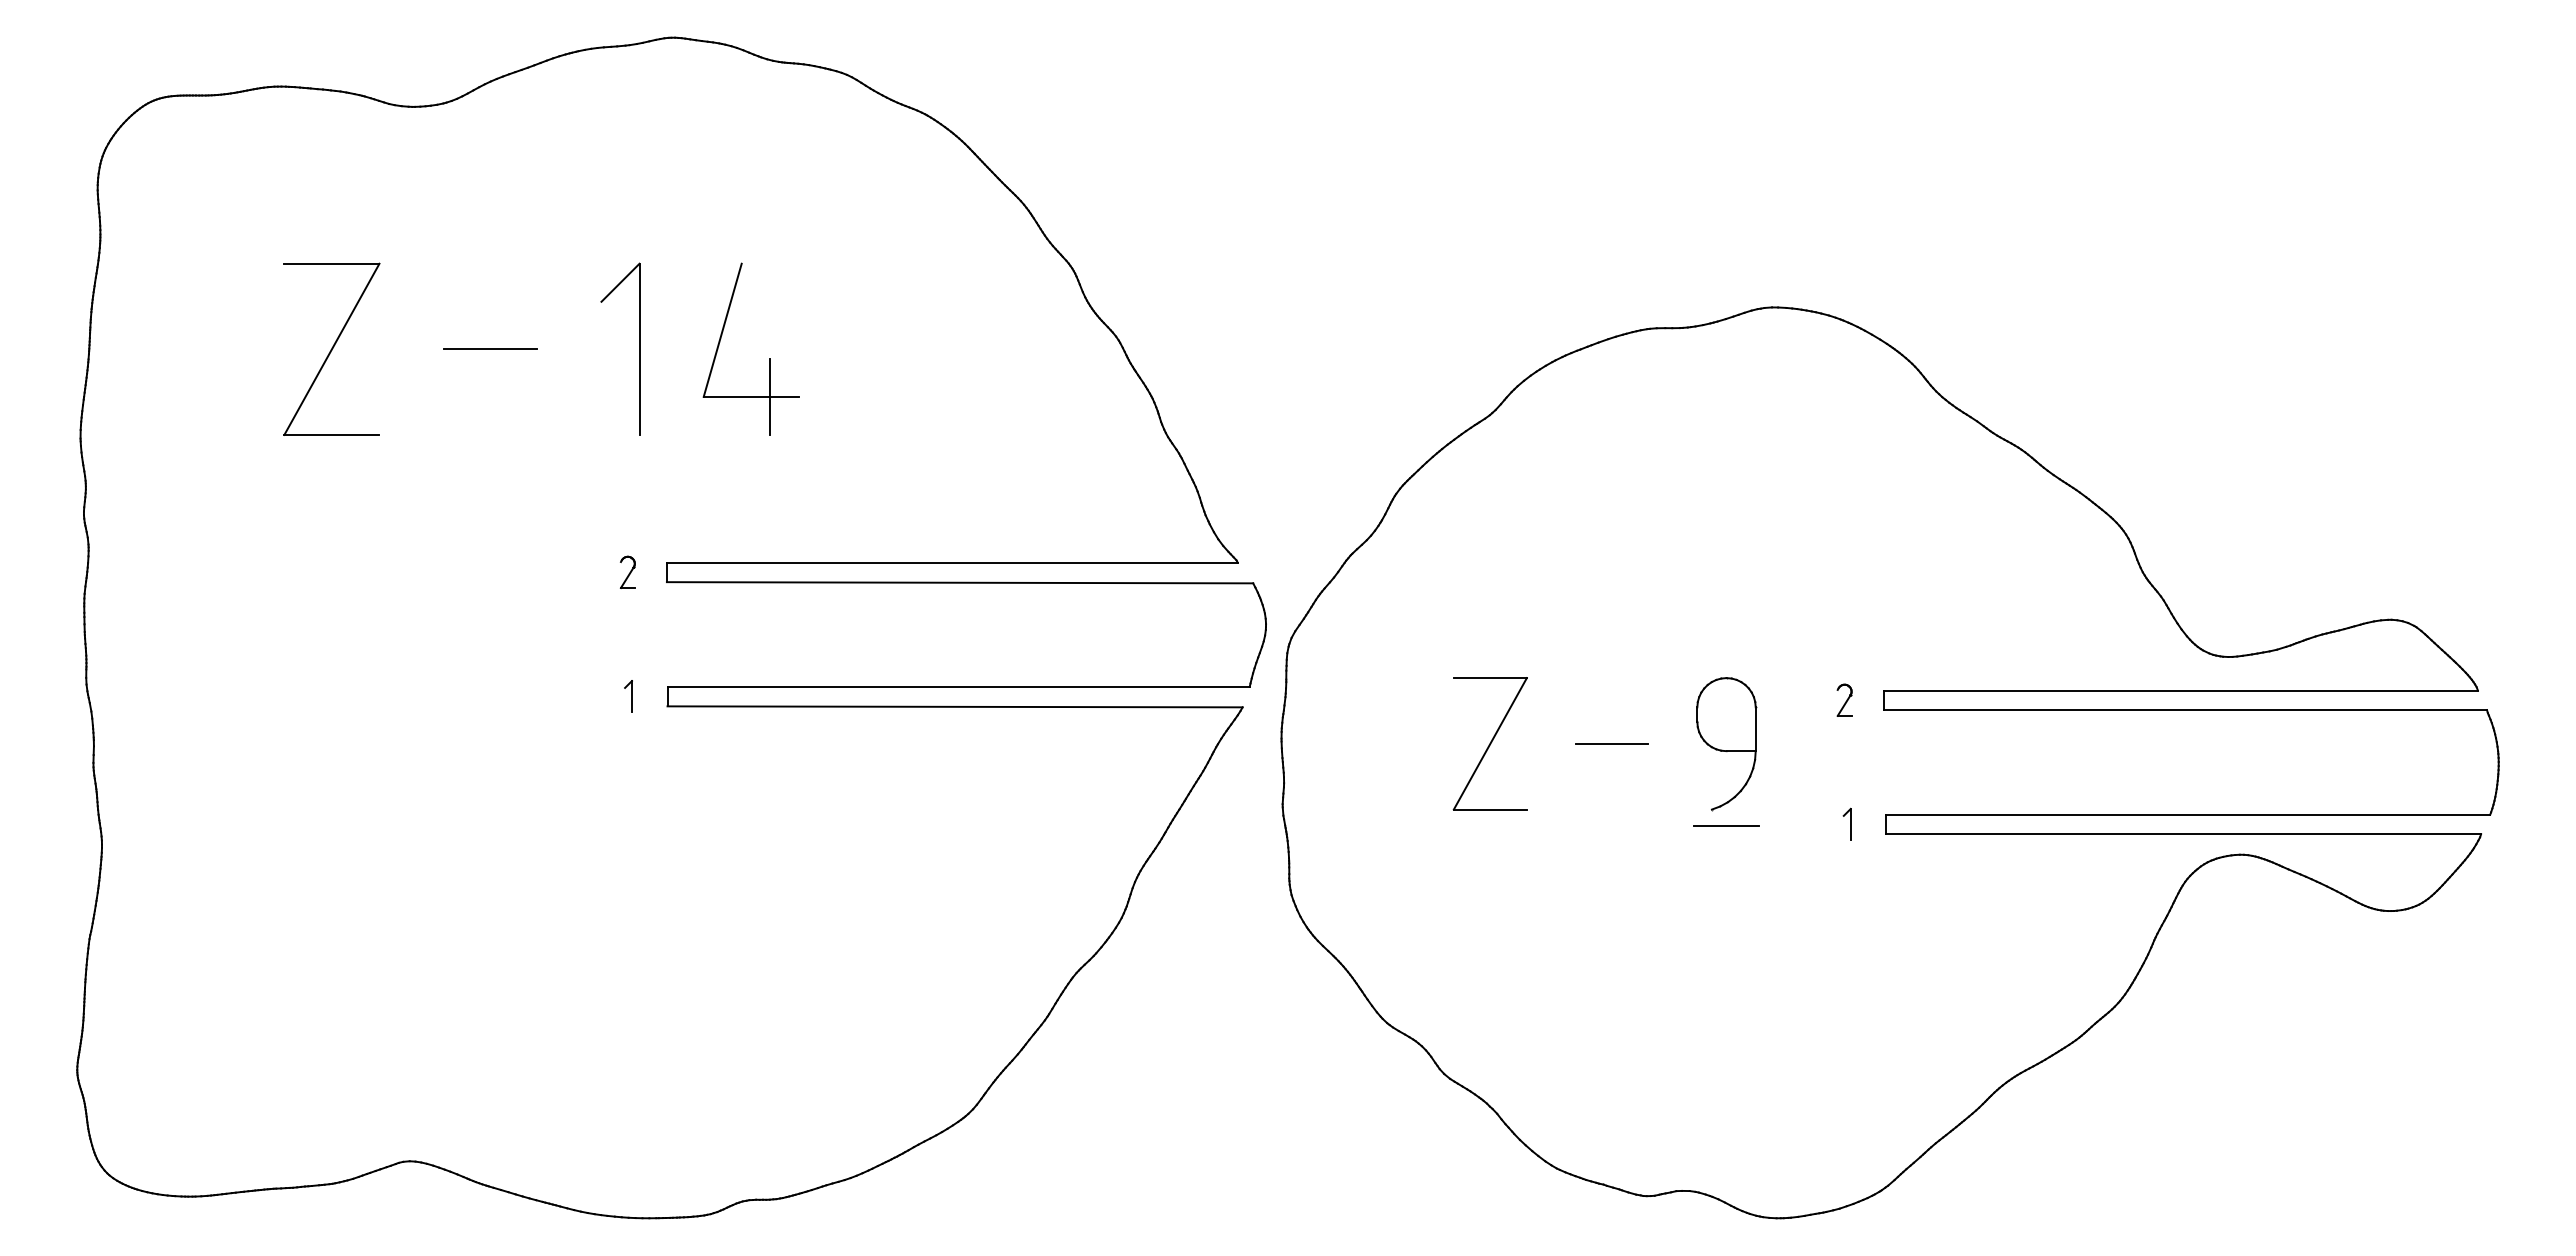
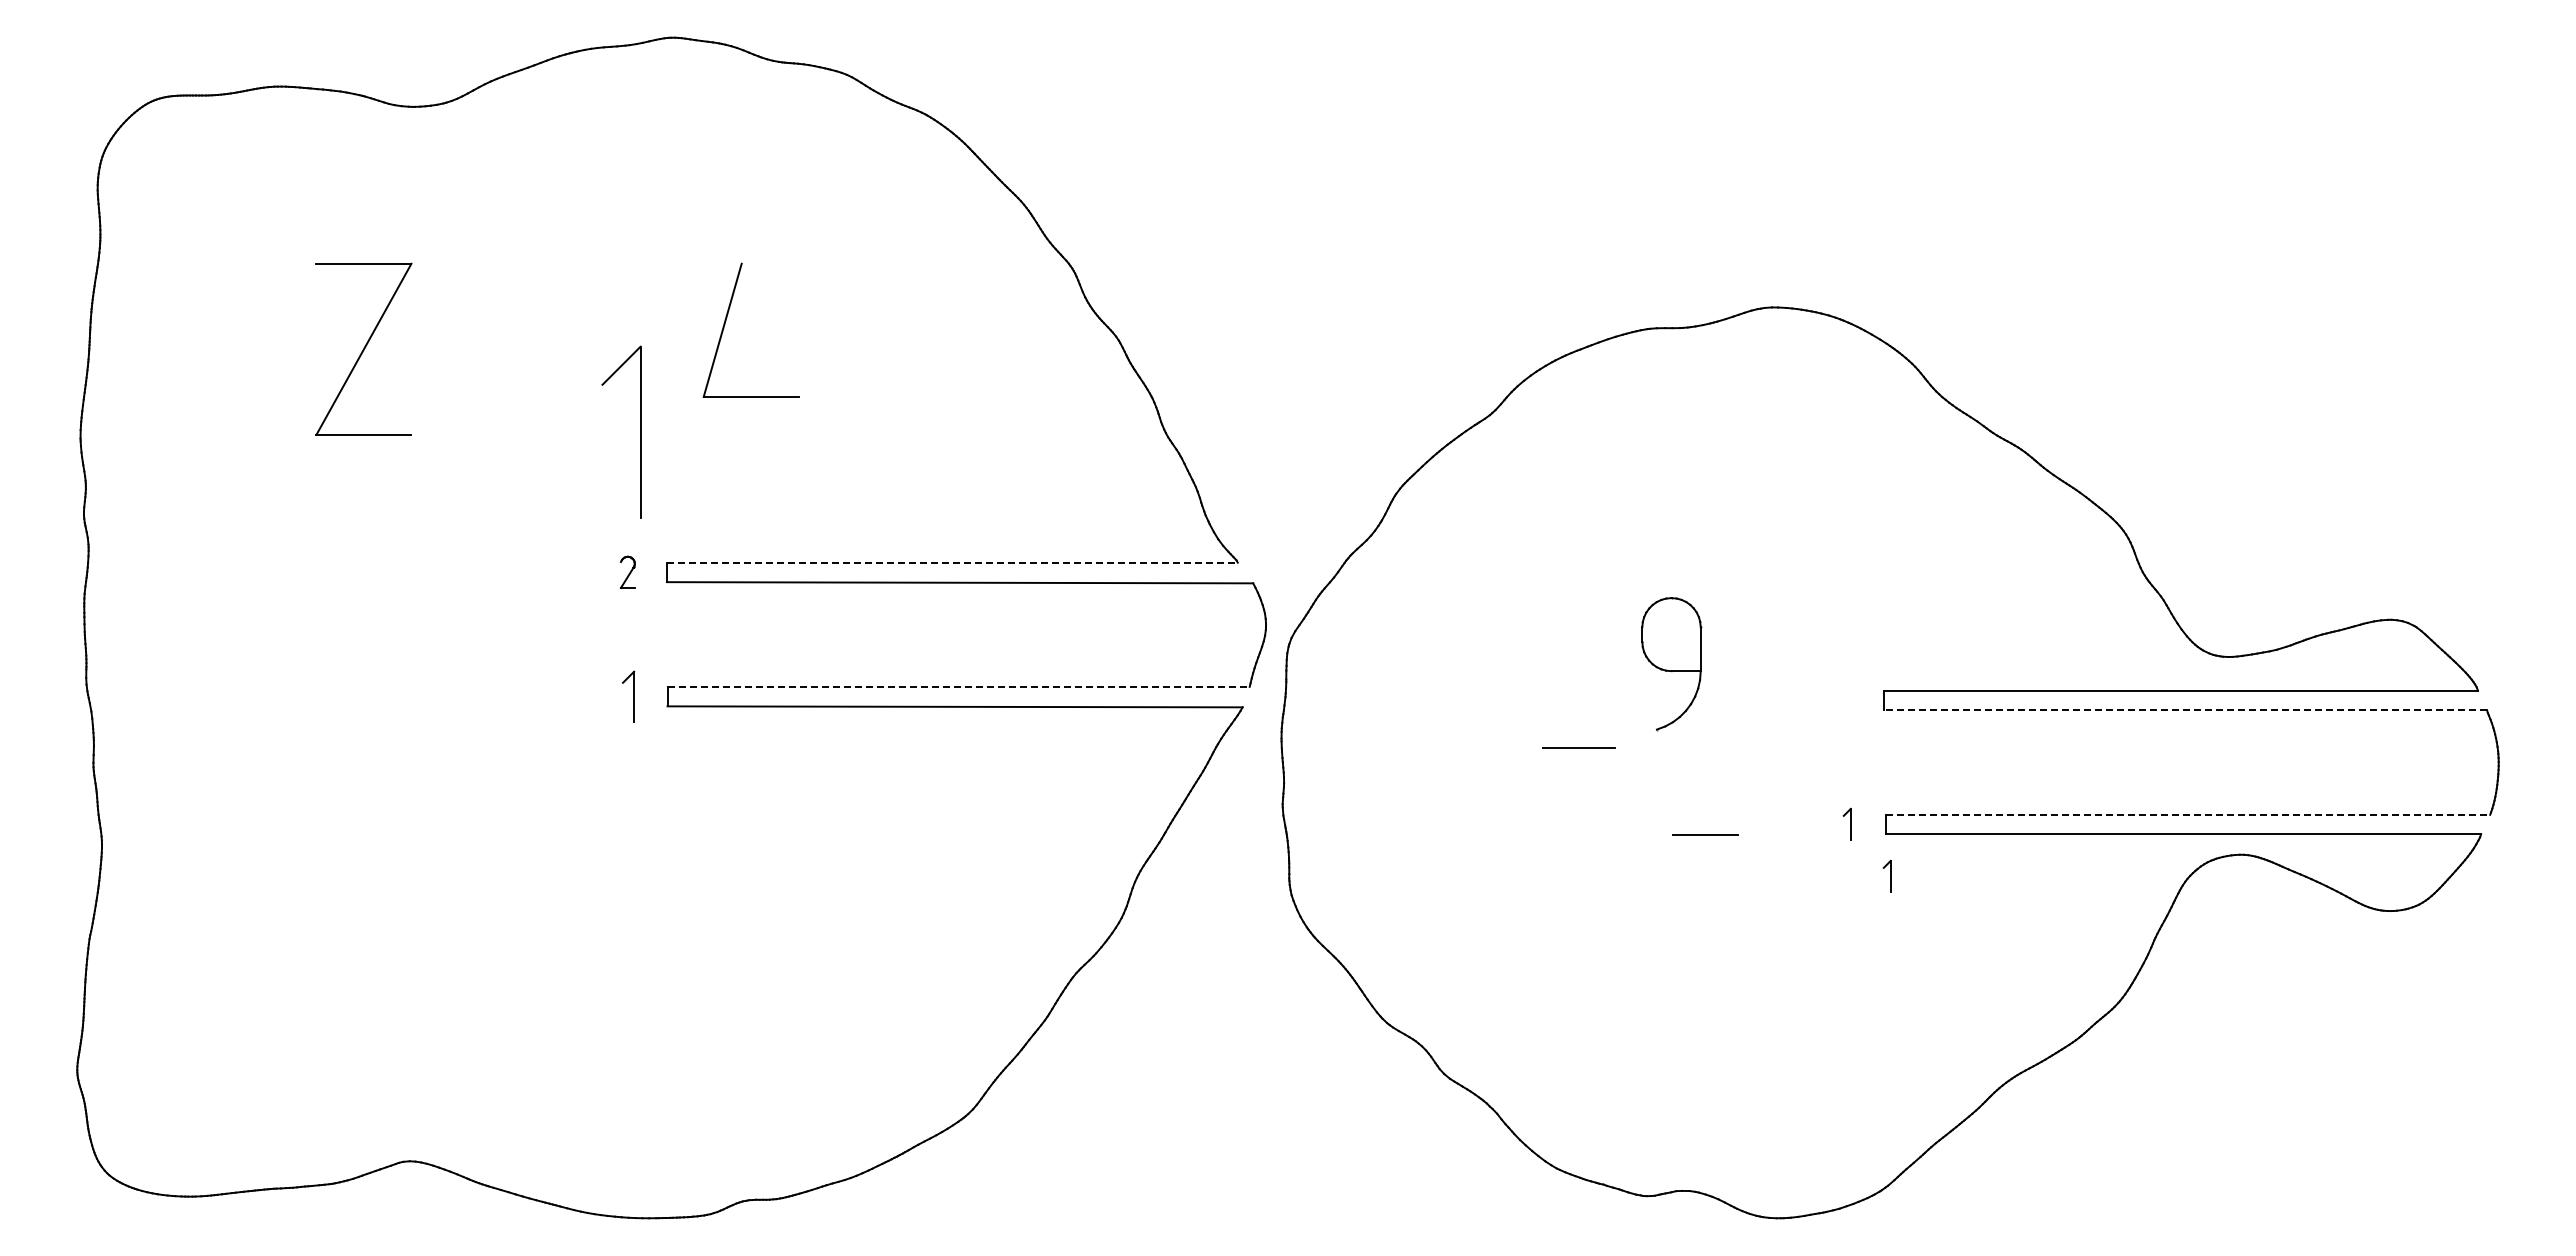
part at (331, 348) position: (331, 348) -> (363, 348)
part at (639, 348) position: (639, 348) -> (640, 431)
line at (490, 349): present -> none
line at (770, 396): present -> none
line at (952, 562): solid -> dashed
line at (959, 686): solid -> dashed
part at (628, 696) size: 9x33 px -> 14x53 px
part at (1844, 699): present -> none
line at (2185, 710): solid -> dashed
part at (1489, 743): present -> none
line at (1611, 743) position: (1611, 743) -> (1578, 747)
part at (1726, 744) position: (1726, 744) -> (1671, 664)
line at (2188, 814): solid -> dashed
line at (1726, 825) position: (1726, 825) -> (1705, 834)
part at (1886, 875): none -> present
